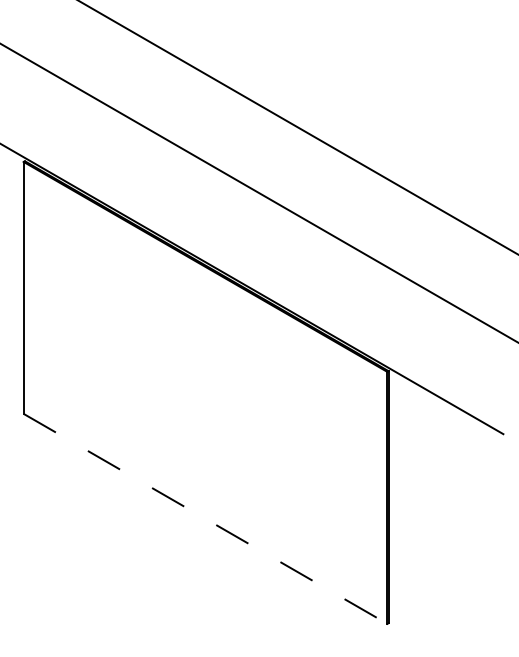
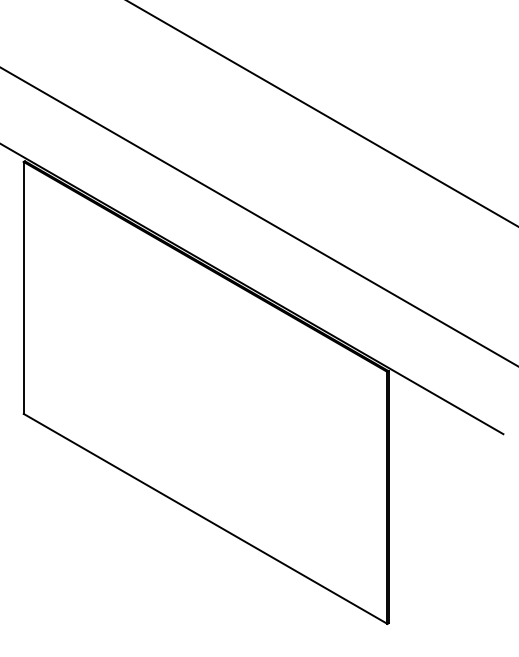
line at (297, 127) position: (297, 127) -> (322, 113)
line at (258, 193) position: (258, 193) -> (258, 216)
line at (205, 518): dashed -> solid
